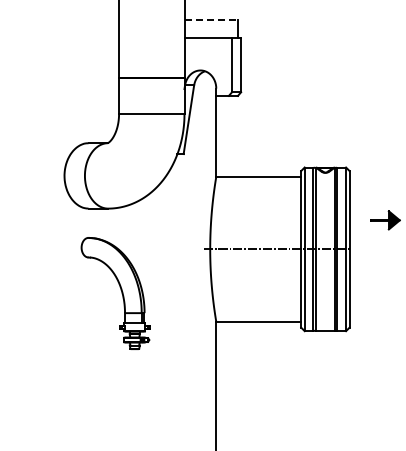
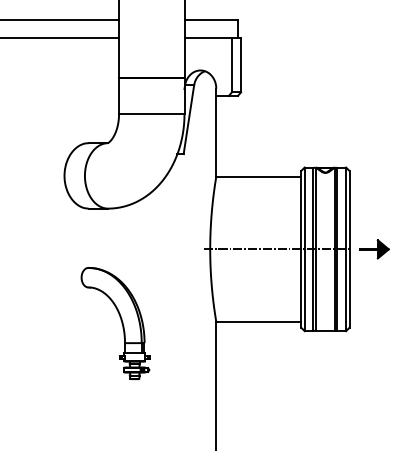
line at (60, 19): none -> present
line at (211, 19): dashed -> solid
line at (60, 37): none -> present
part at (385, 220) position: (385, 220) -> (374, 249)
part at (115, 293) position: (115, 293) -> (115, 323)
